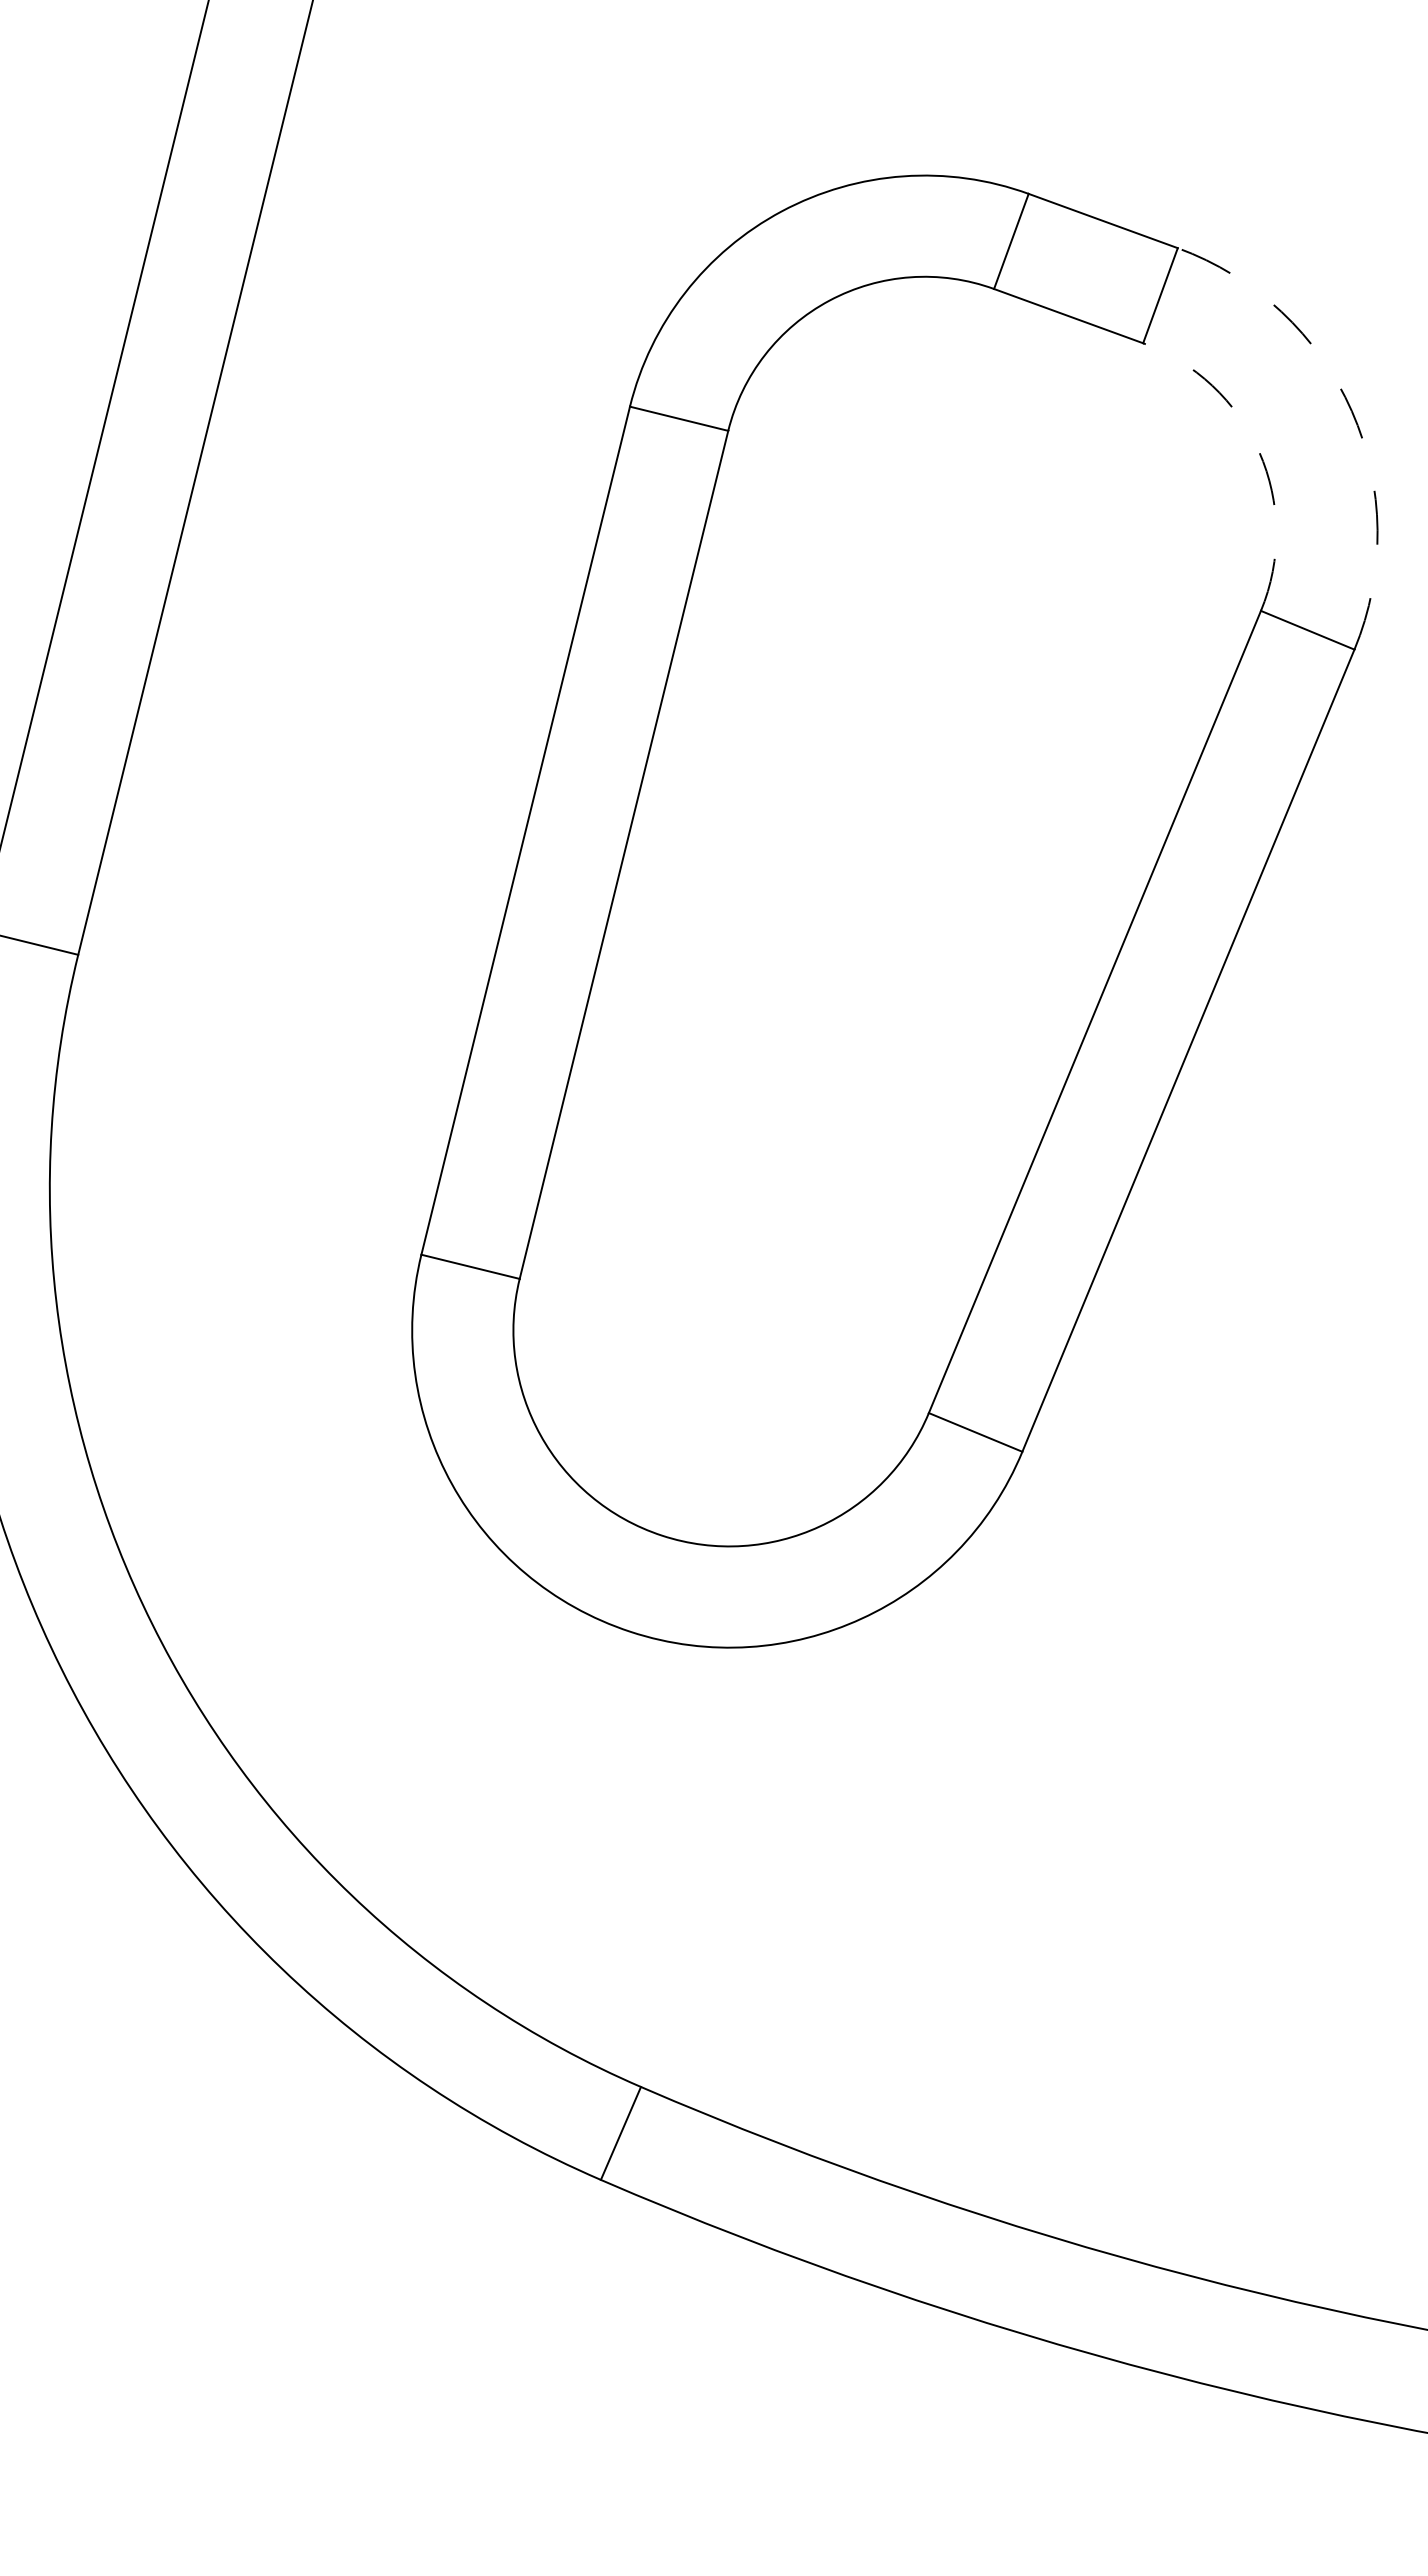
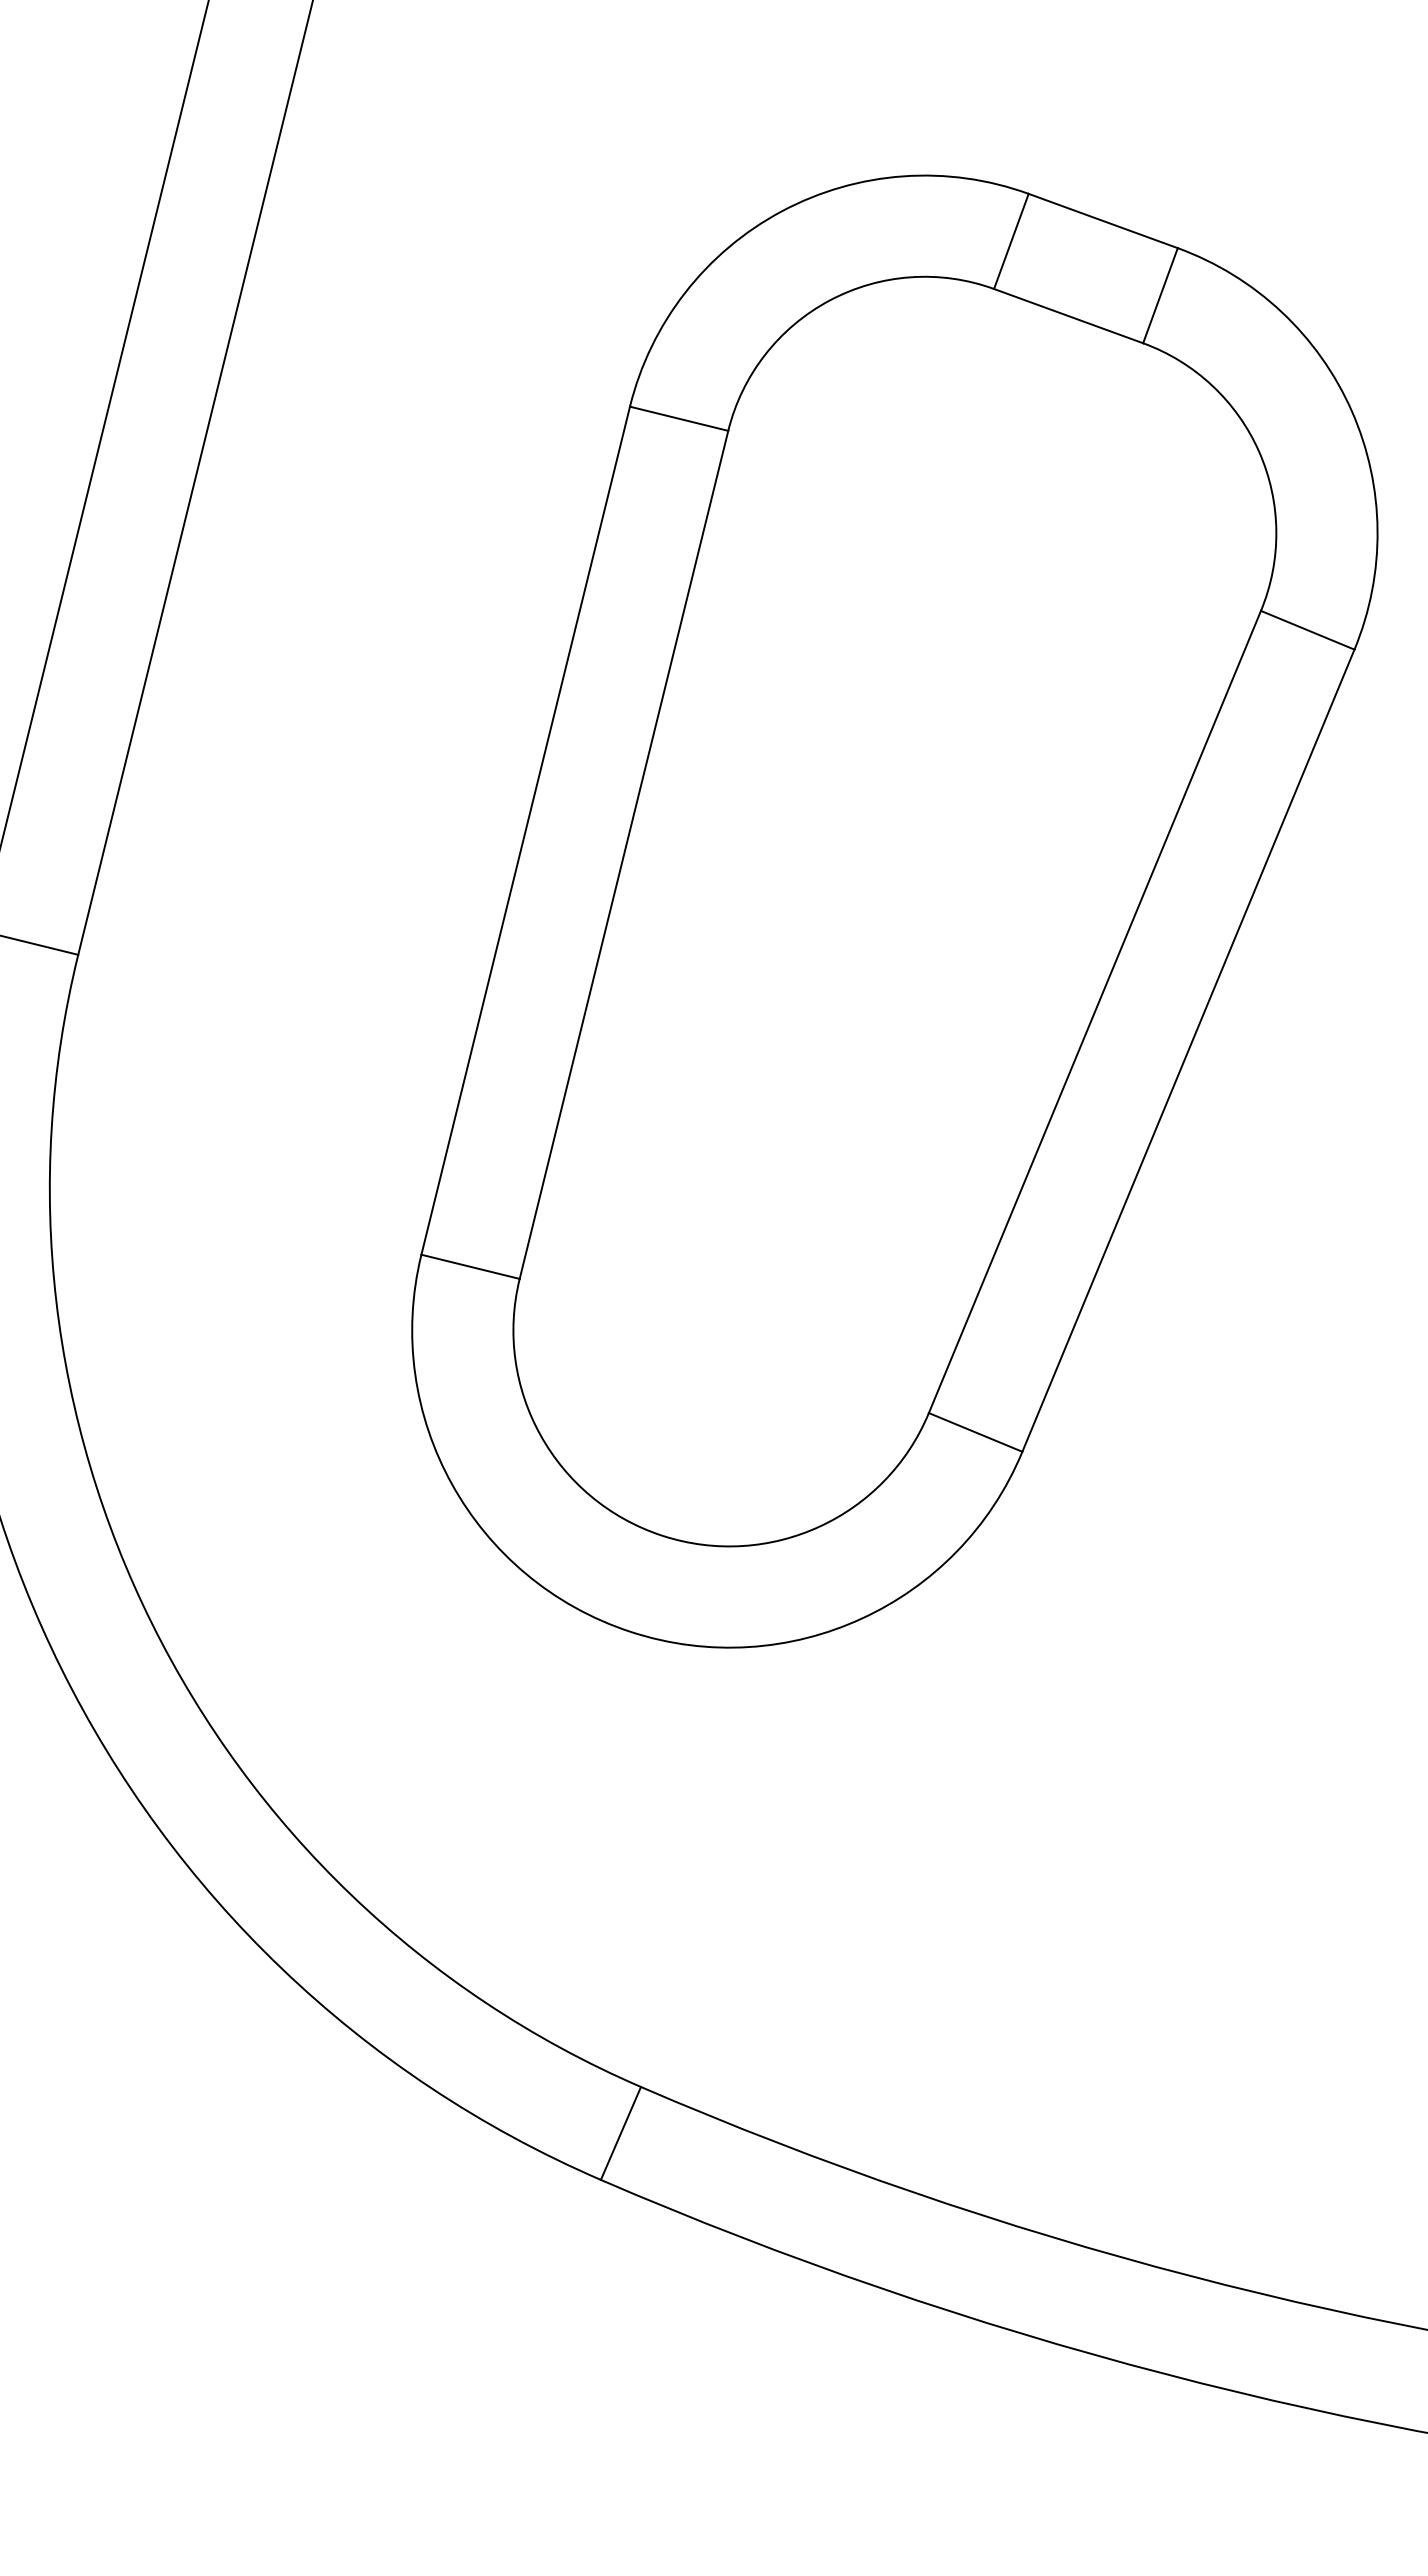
arc at (1351, 411): dashed -> solid
arc at (1259, 451): dashed -> solid
